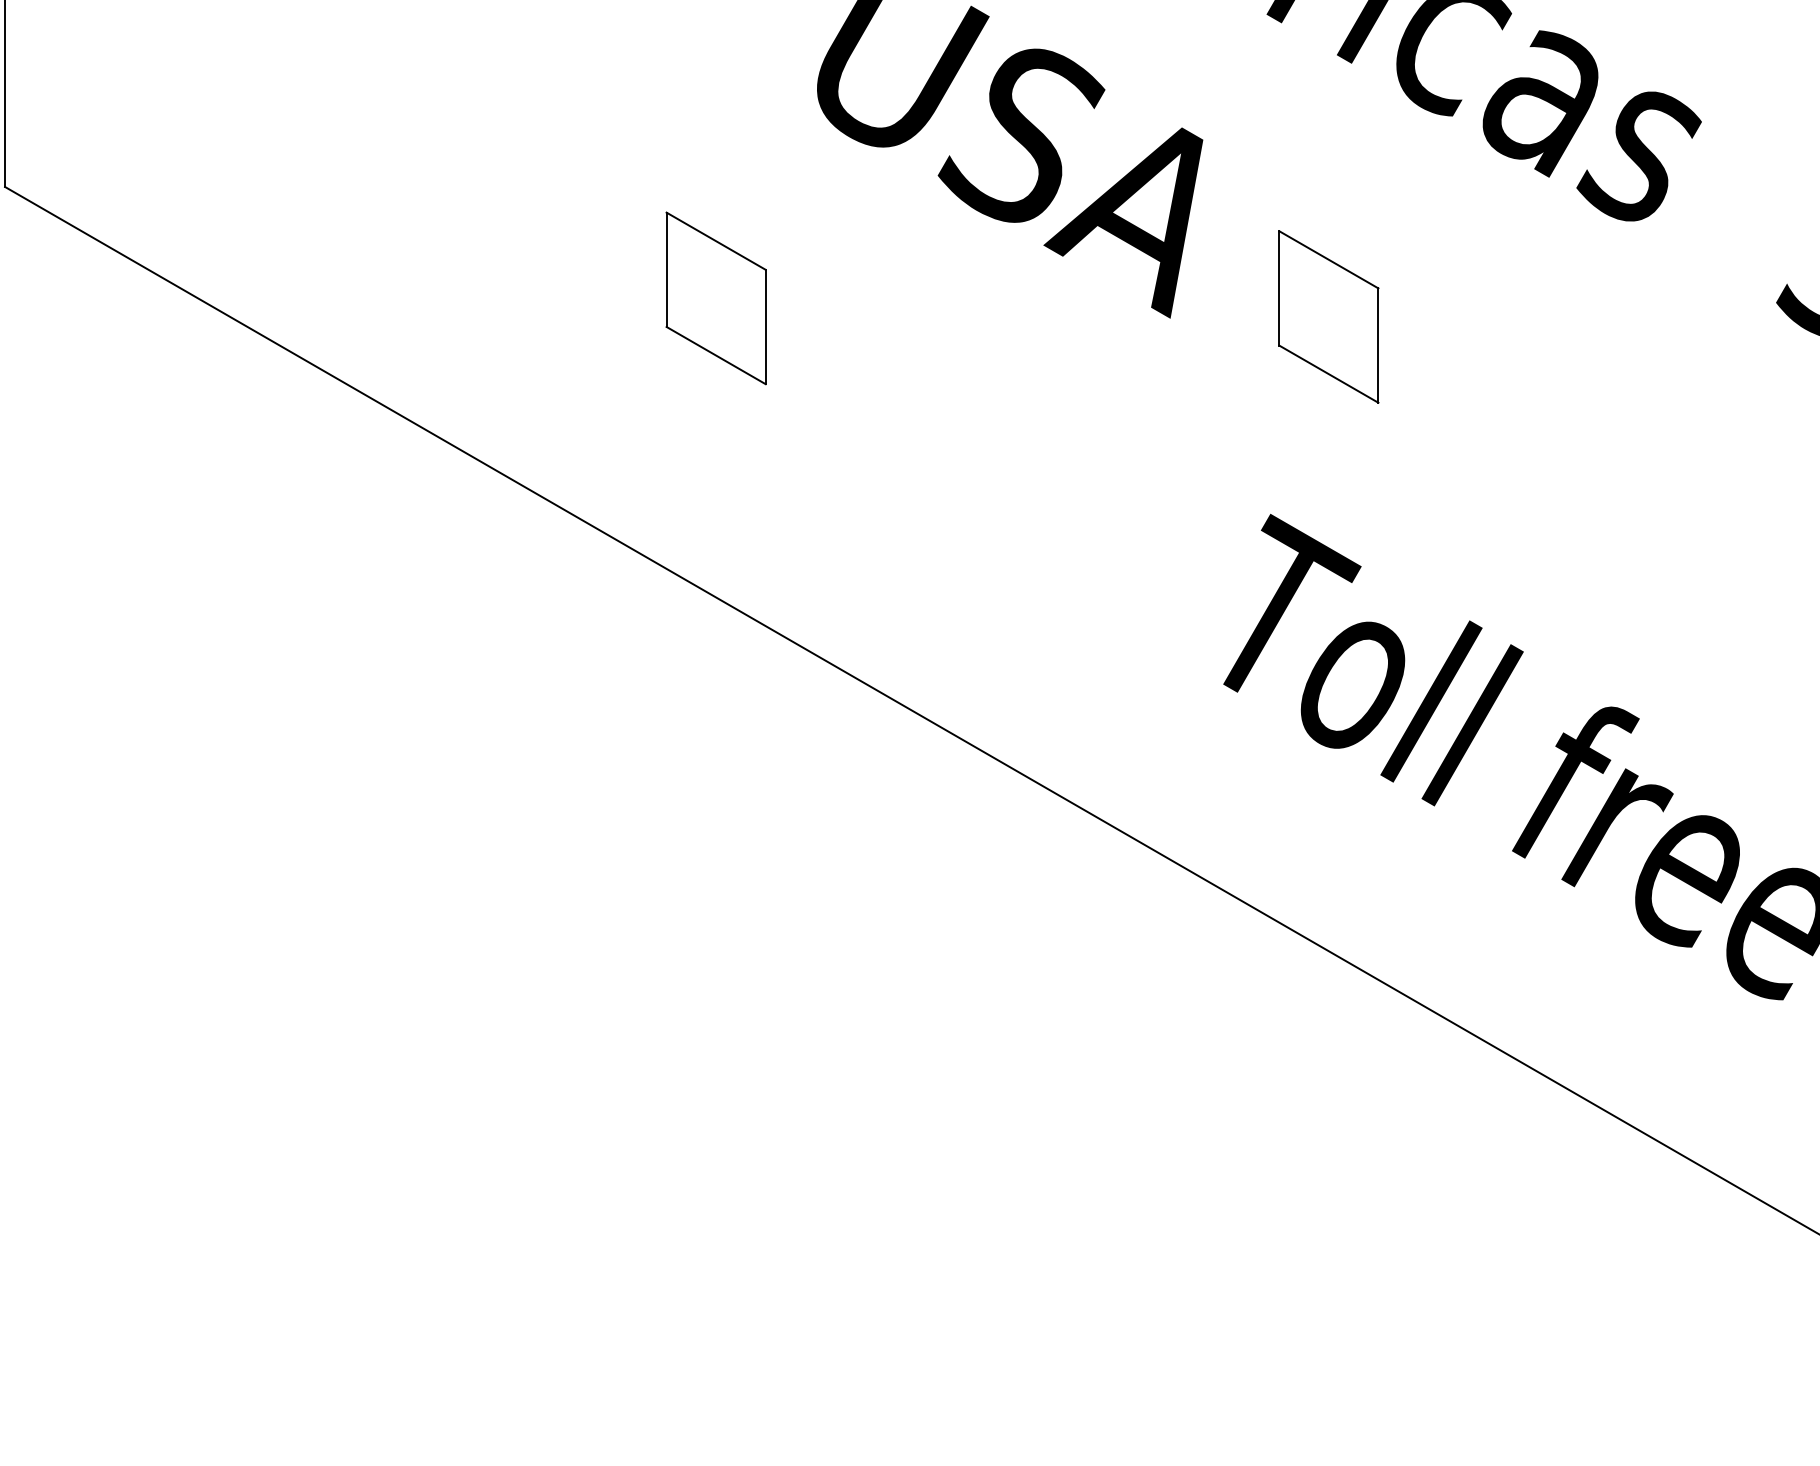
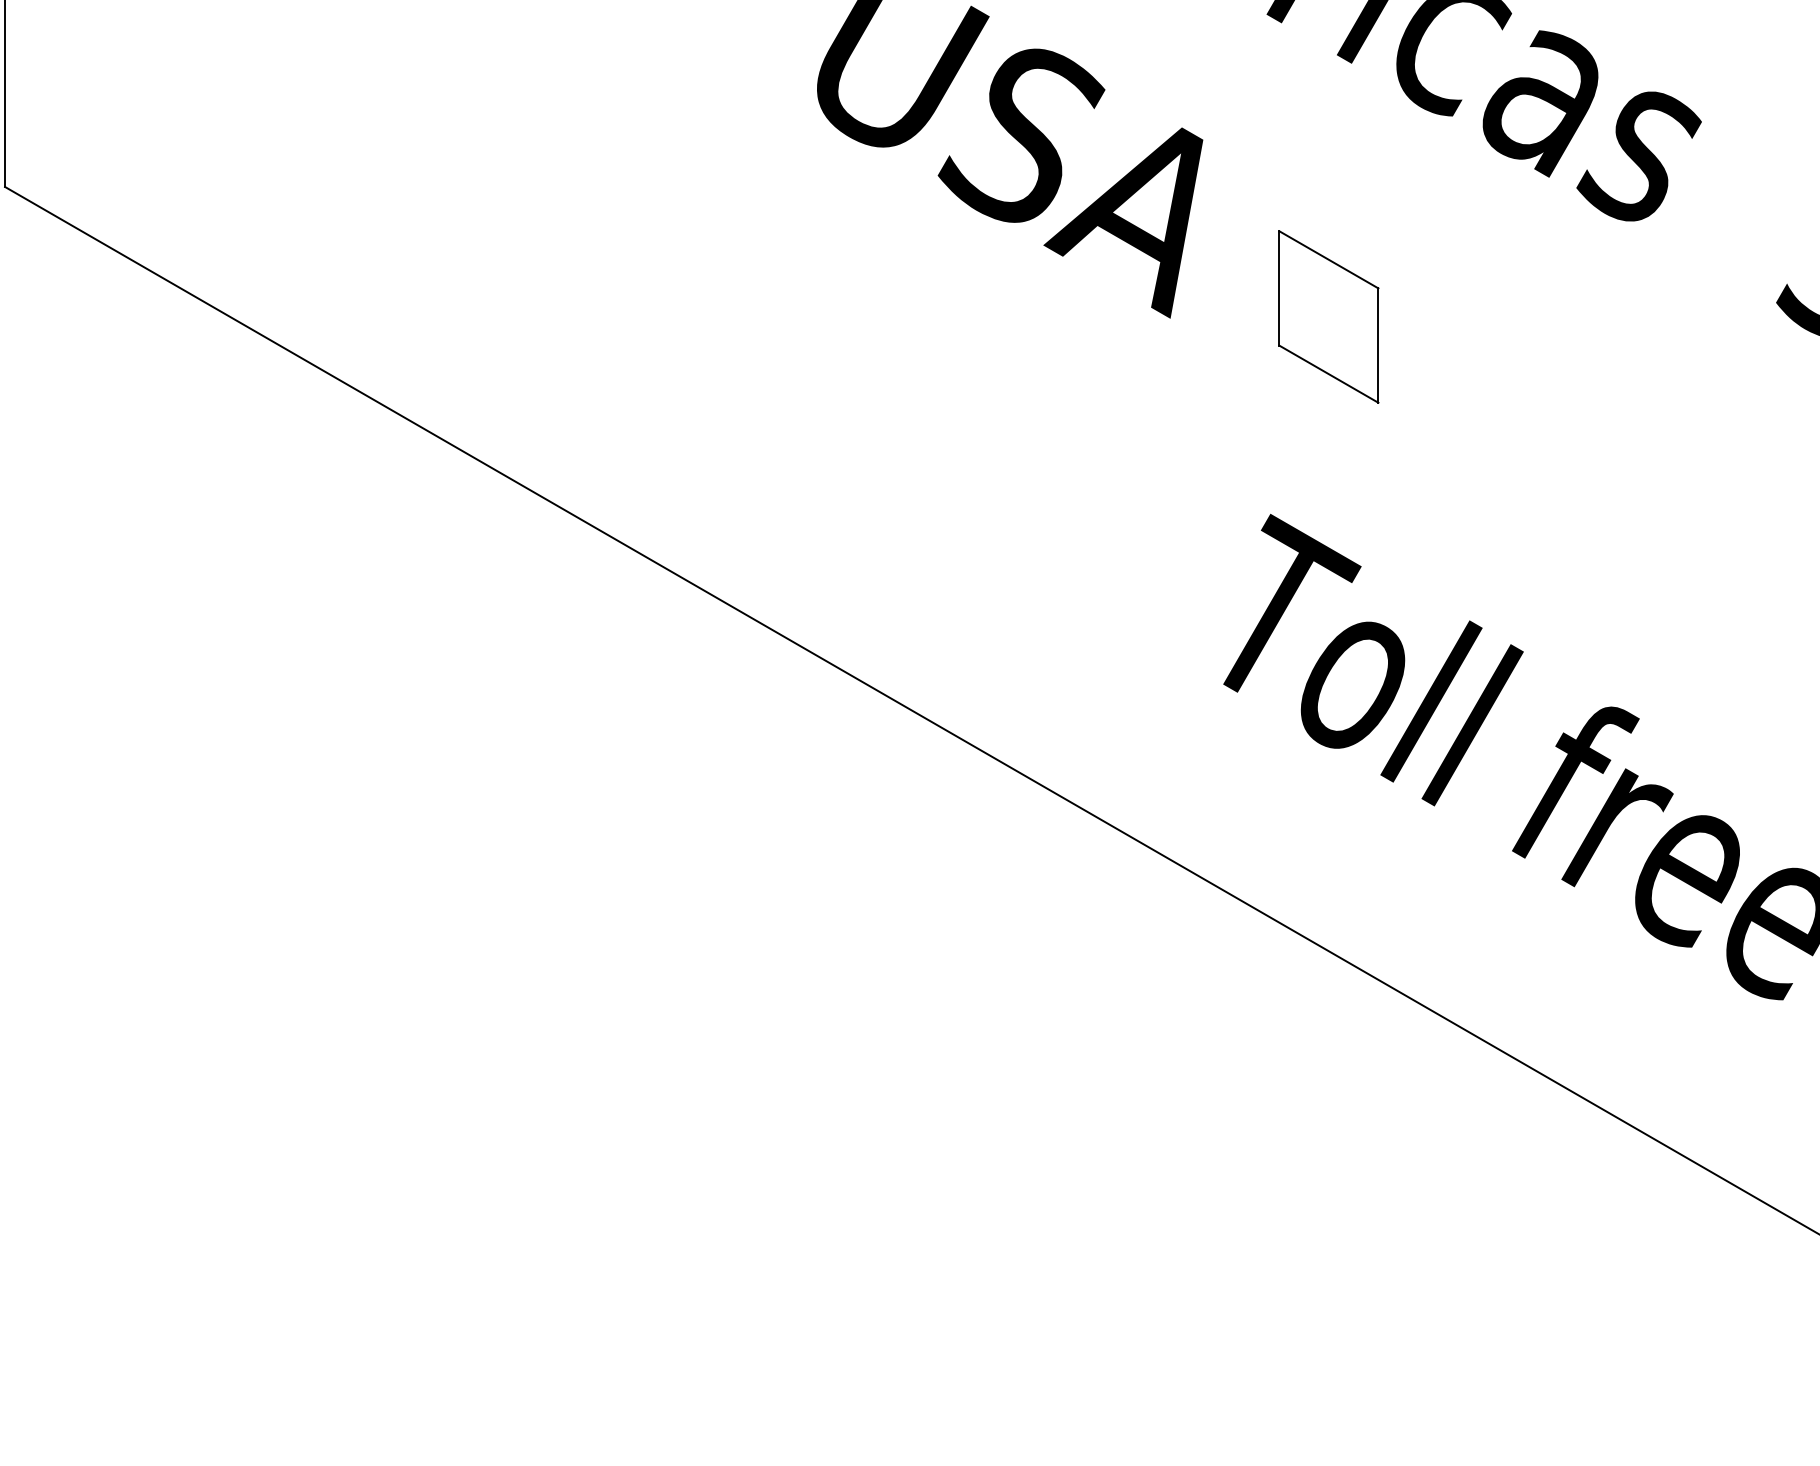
part at (715, 298): present -> none
